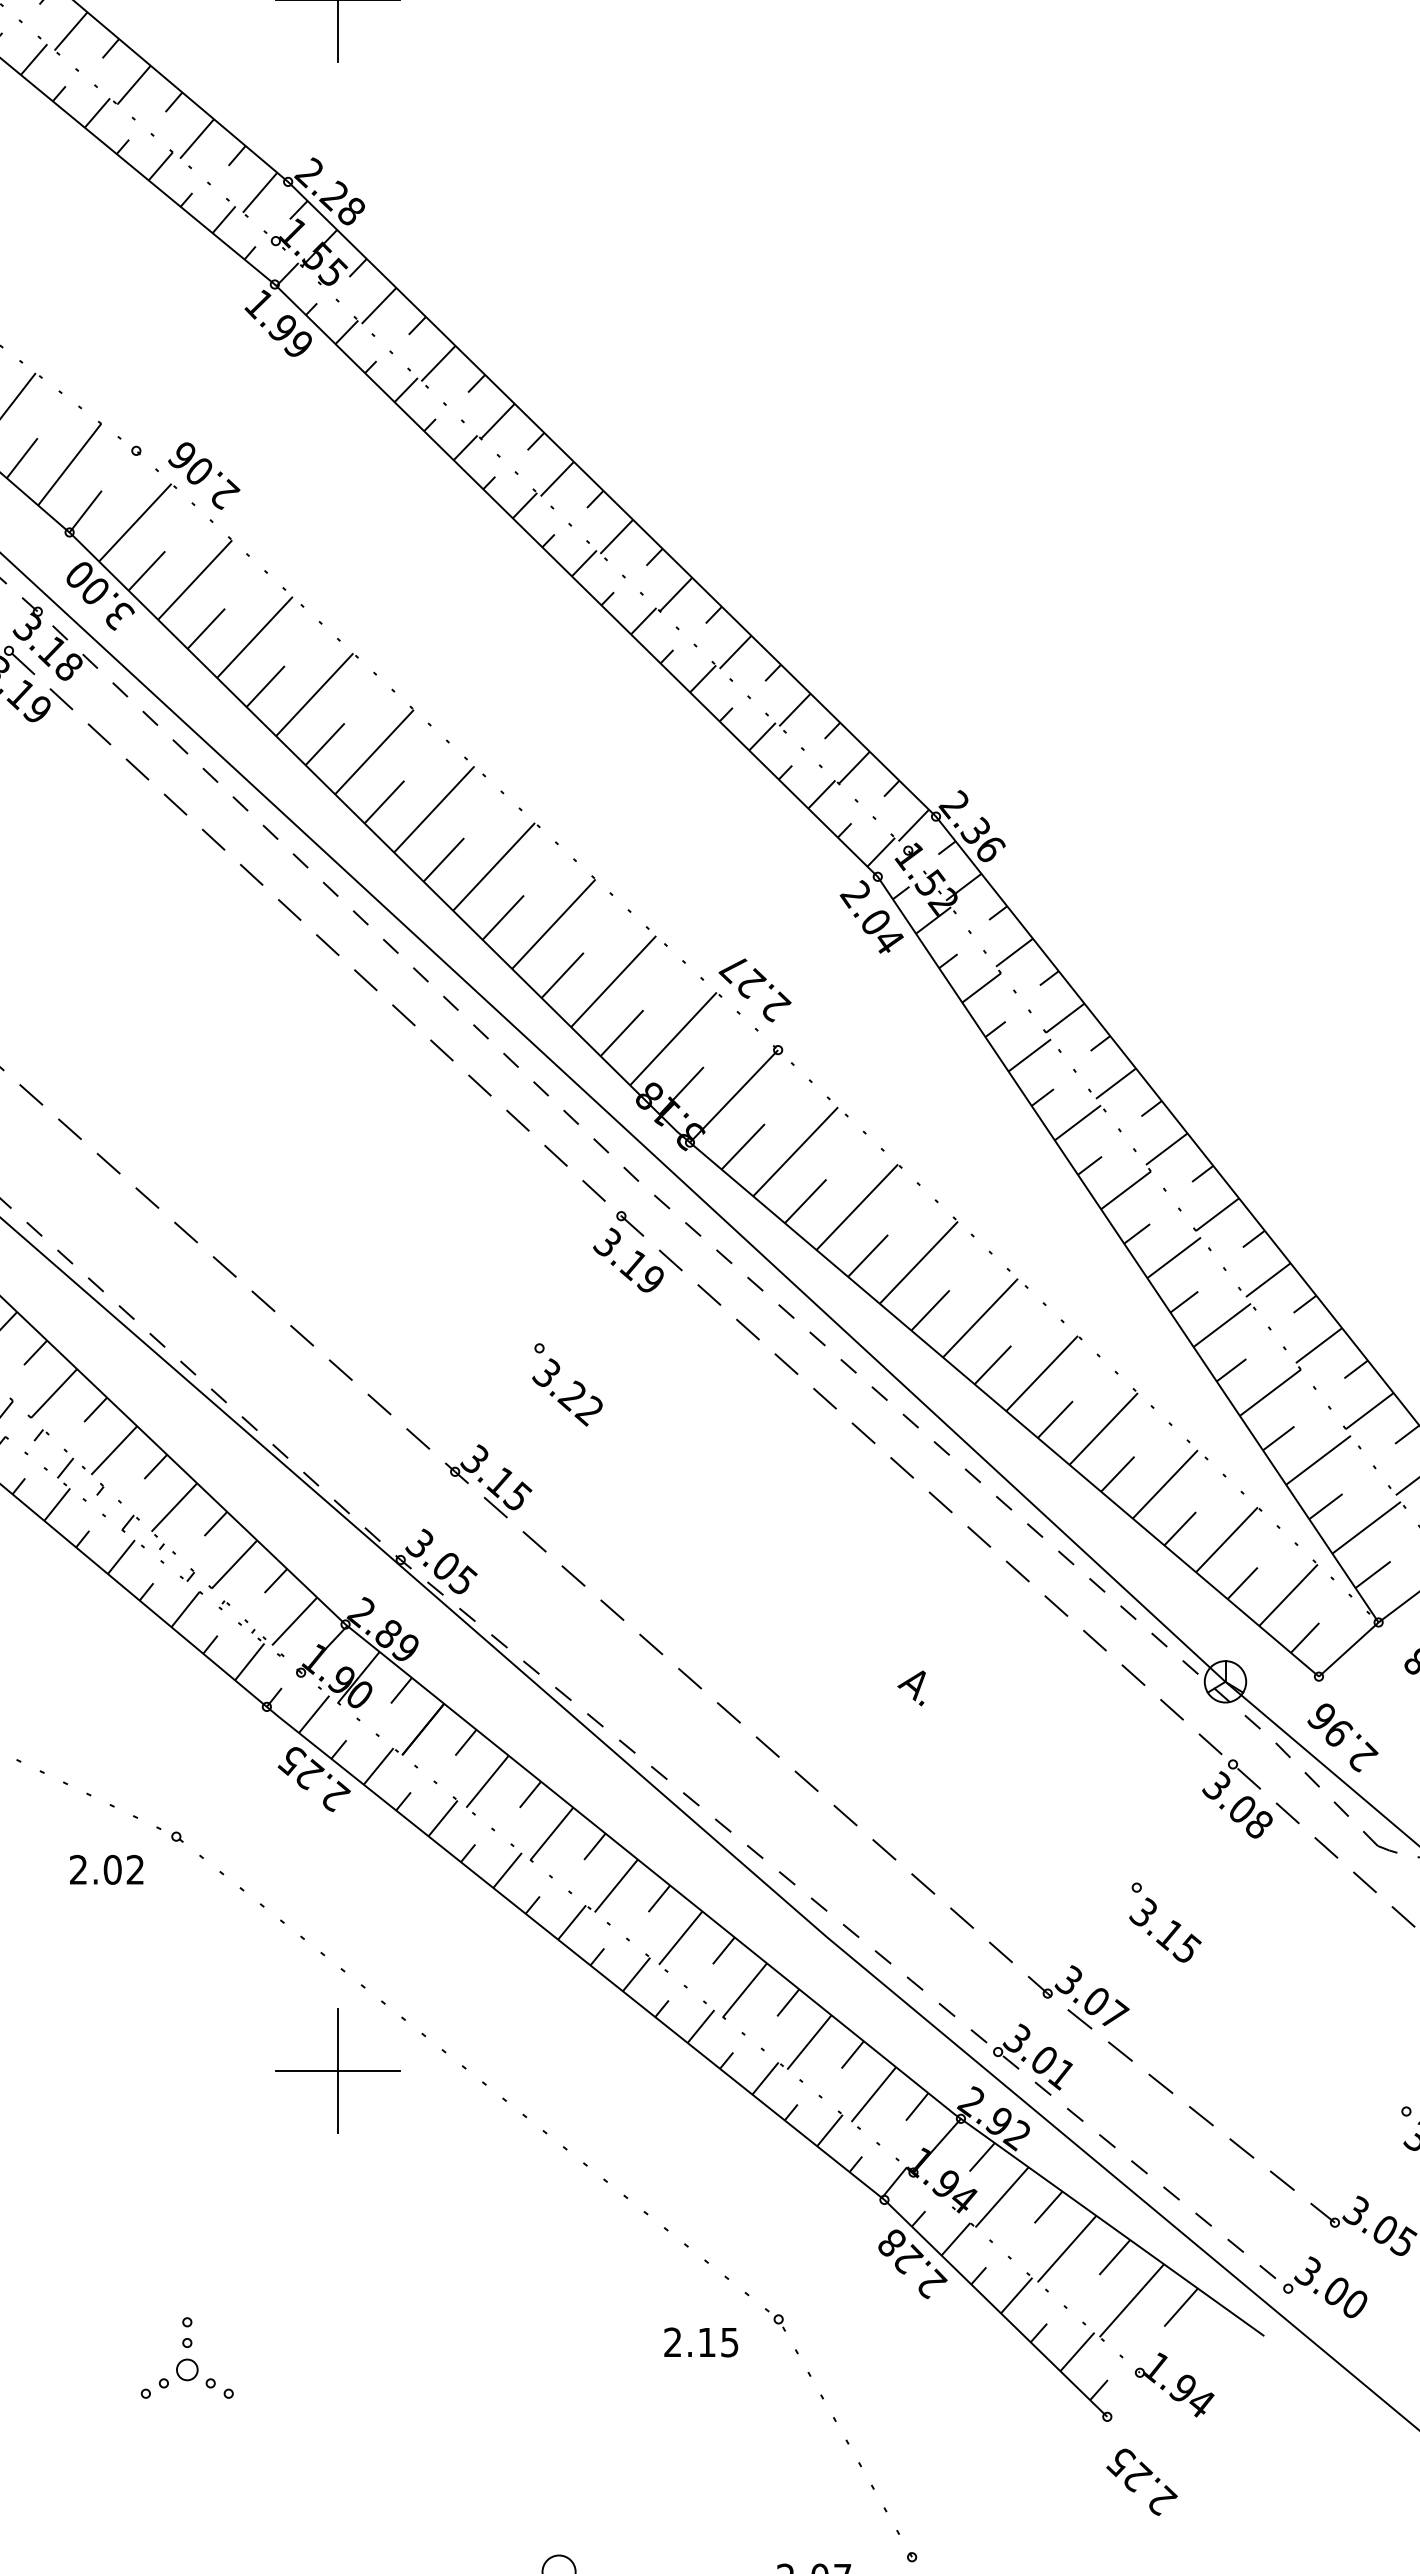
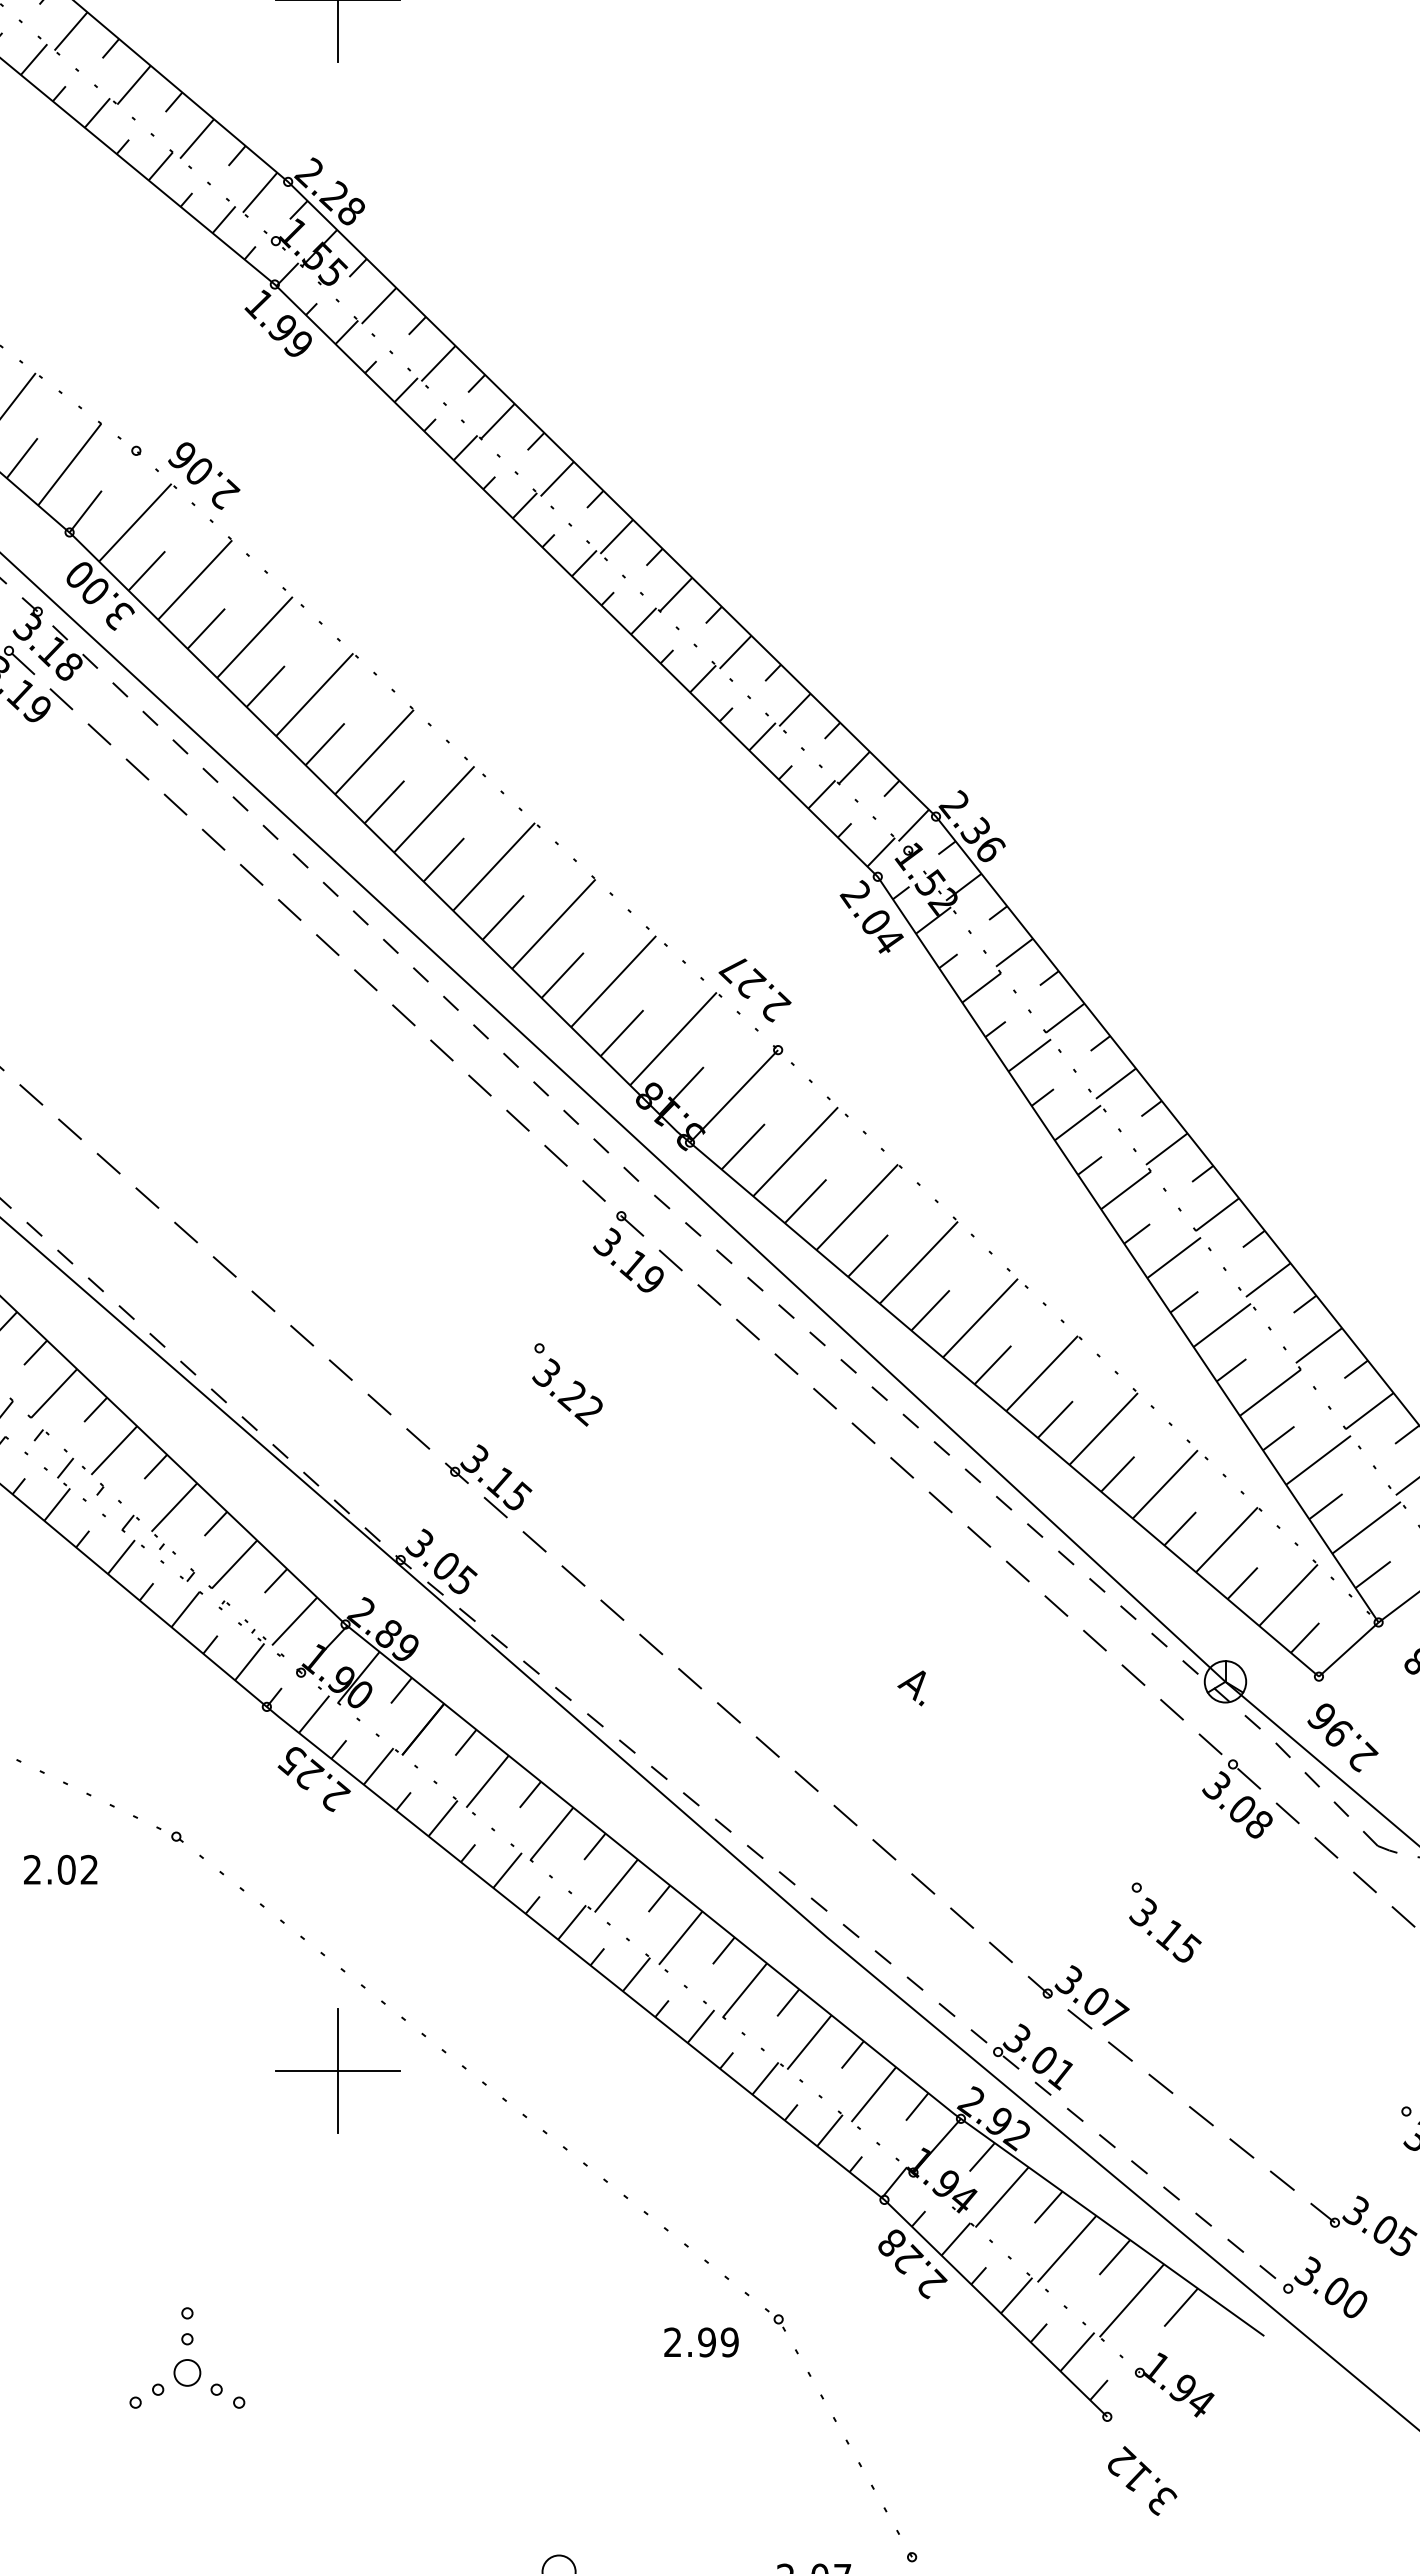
text at (106, 1869) position: (106, 1869) -> (60, 1869)
text at (718, 2342): 2.15 -> 2.99
part at (186, 2357) size: 94x82 px -> 117x102 px
text at (1141, 2480): 2.25 -> 3.12
